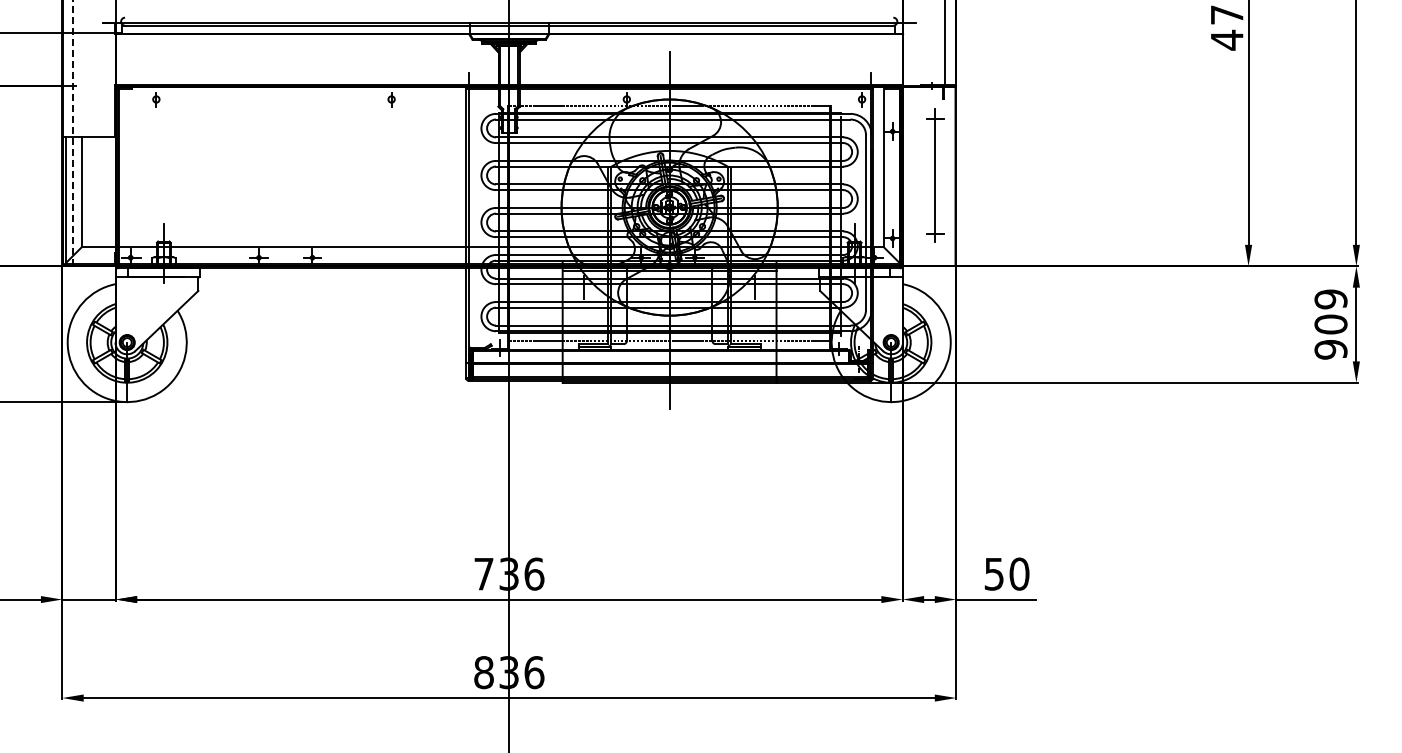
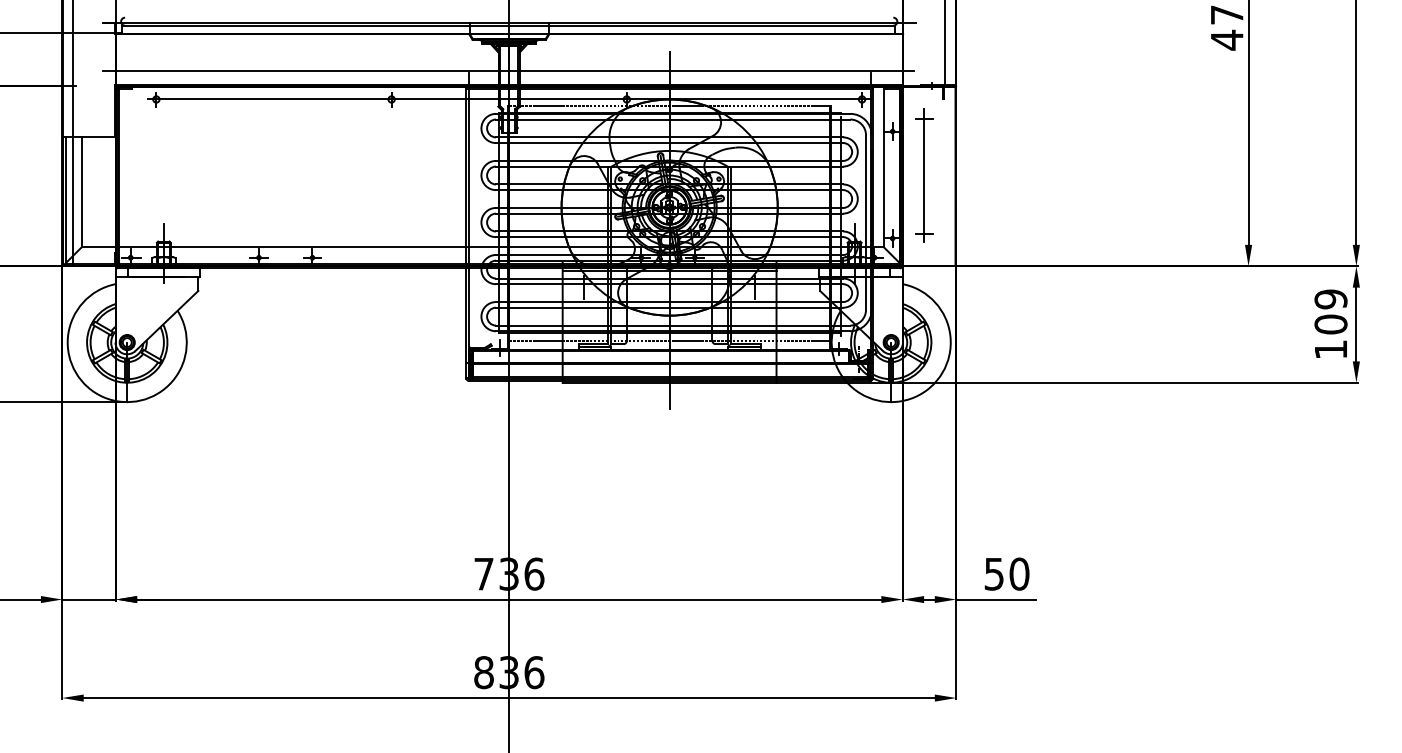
line at (508, 70): none -> present
line at (509, 99): none -> present
line at (72, 132): dashed -> solid
part at (935, 175) position: (935, 175) -> (924, 175)
text at (1330, 349): 909 -> 109
